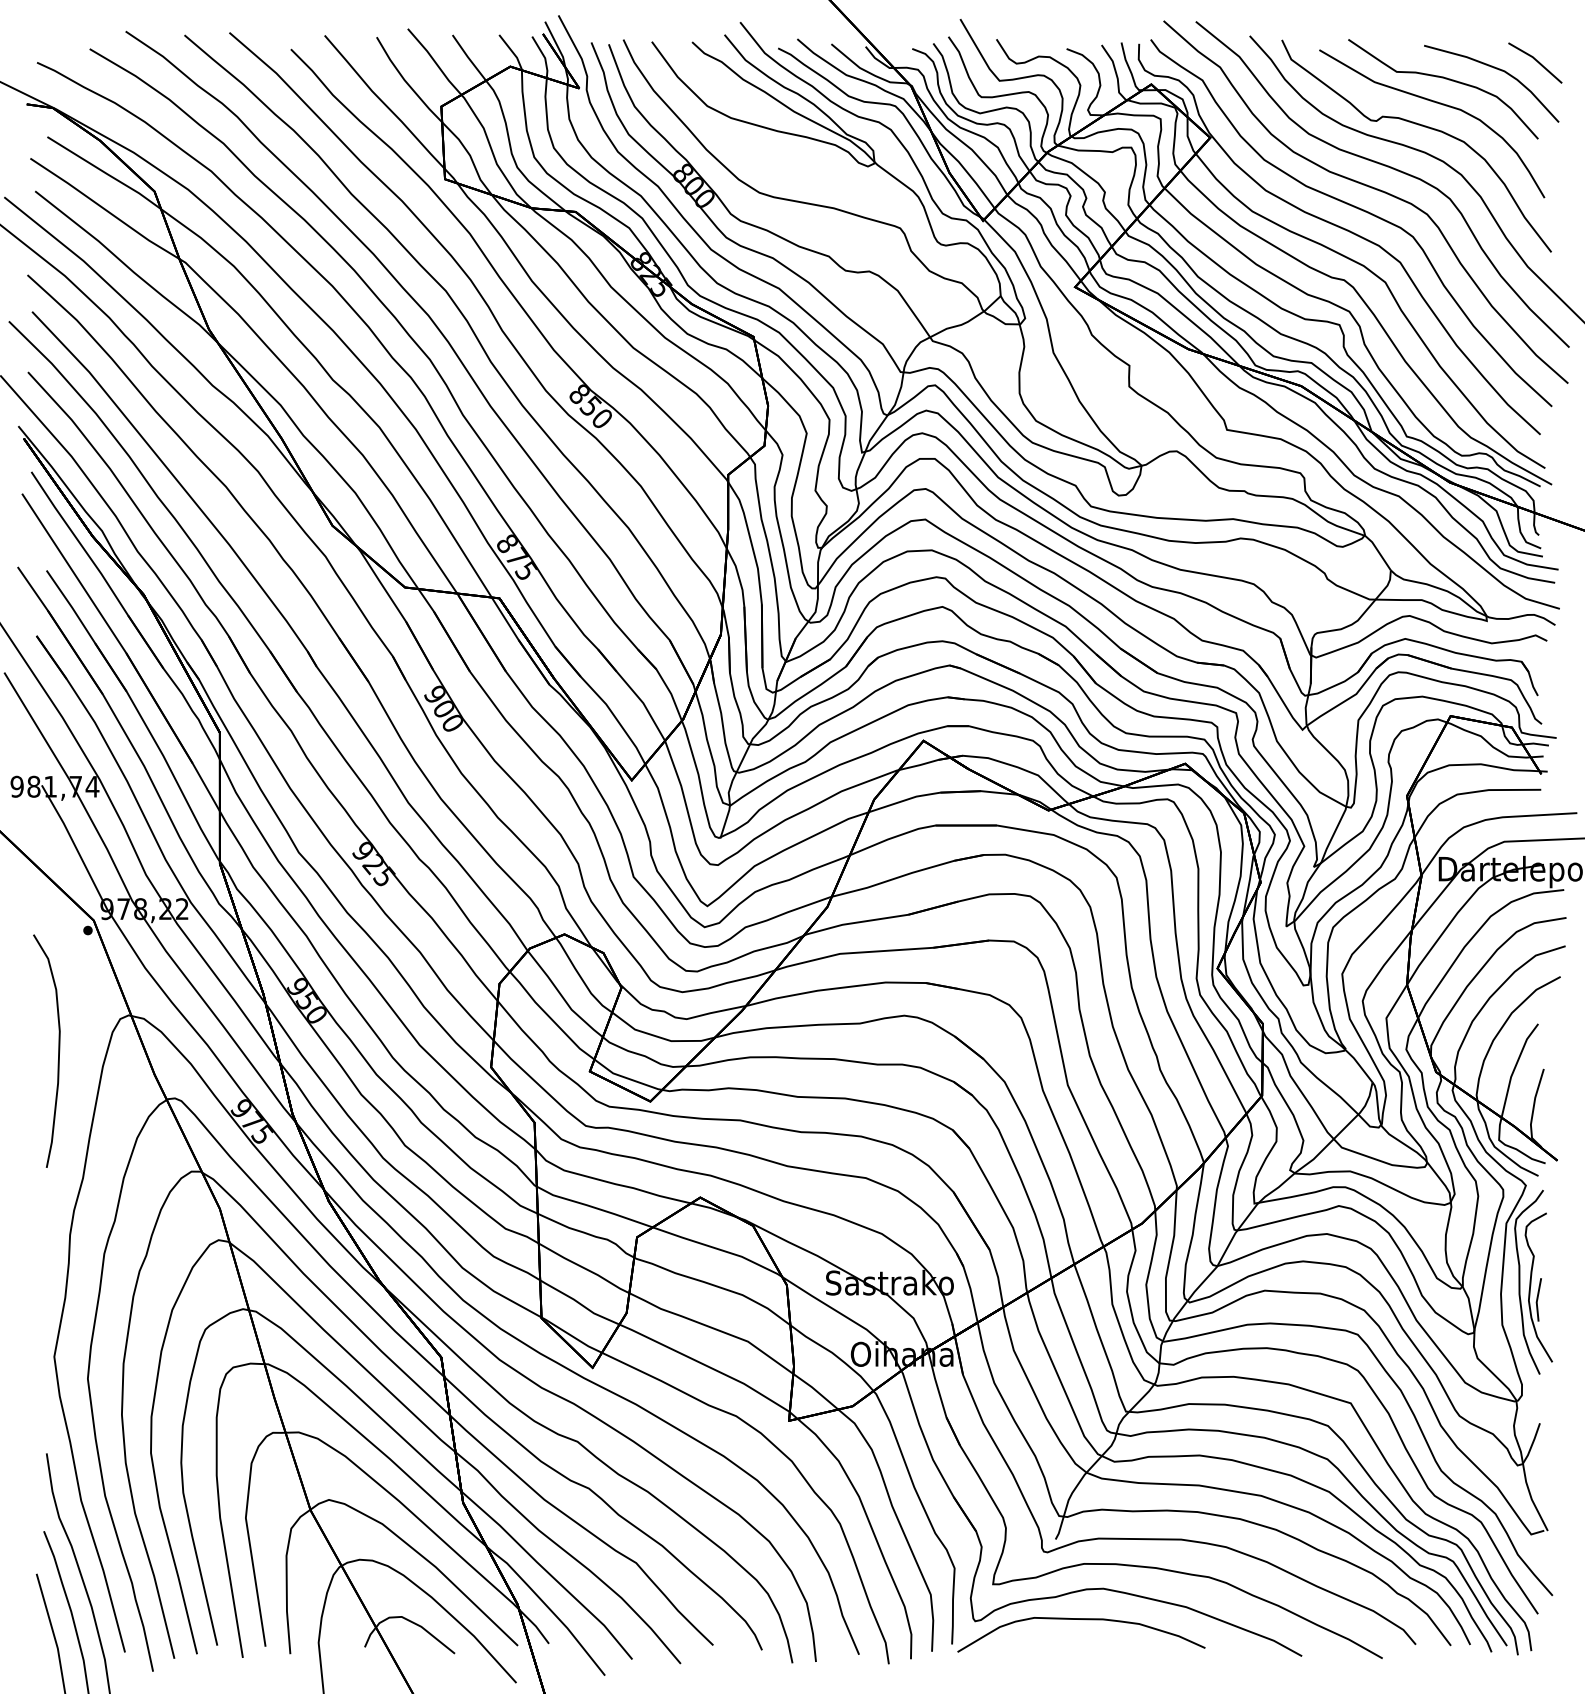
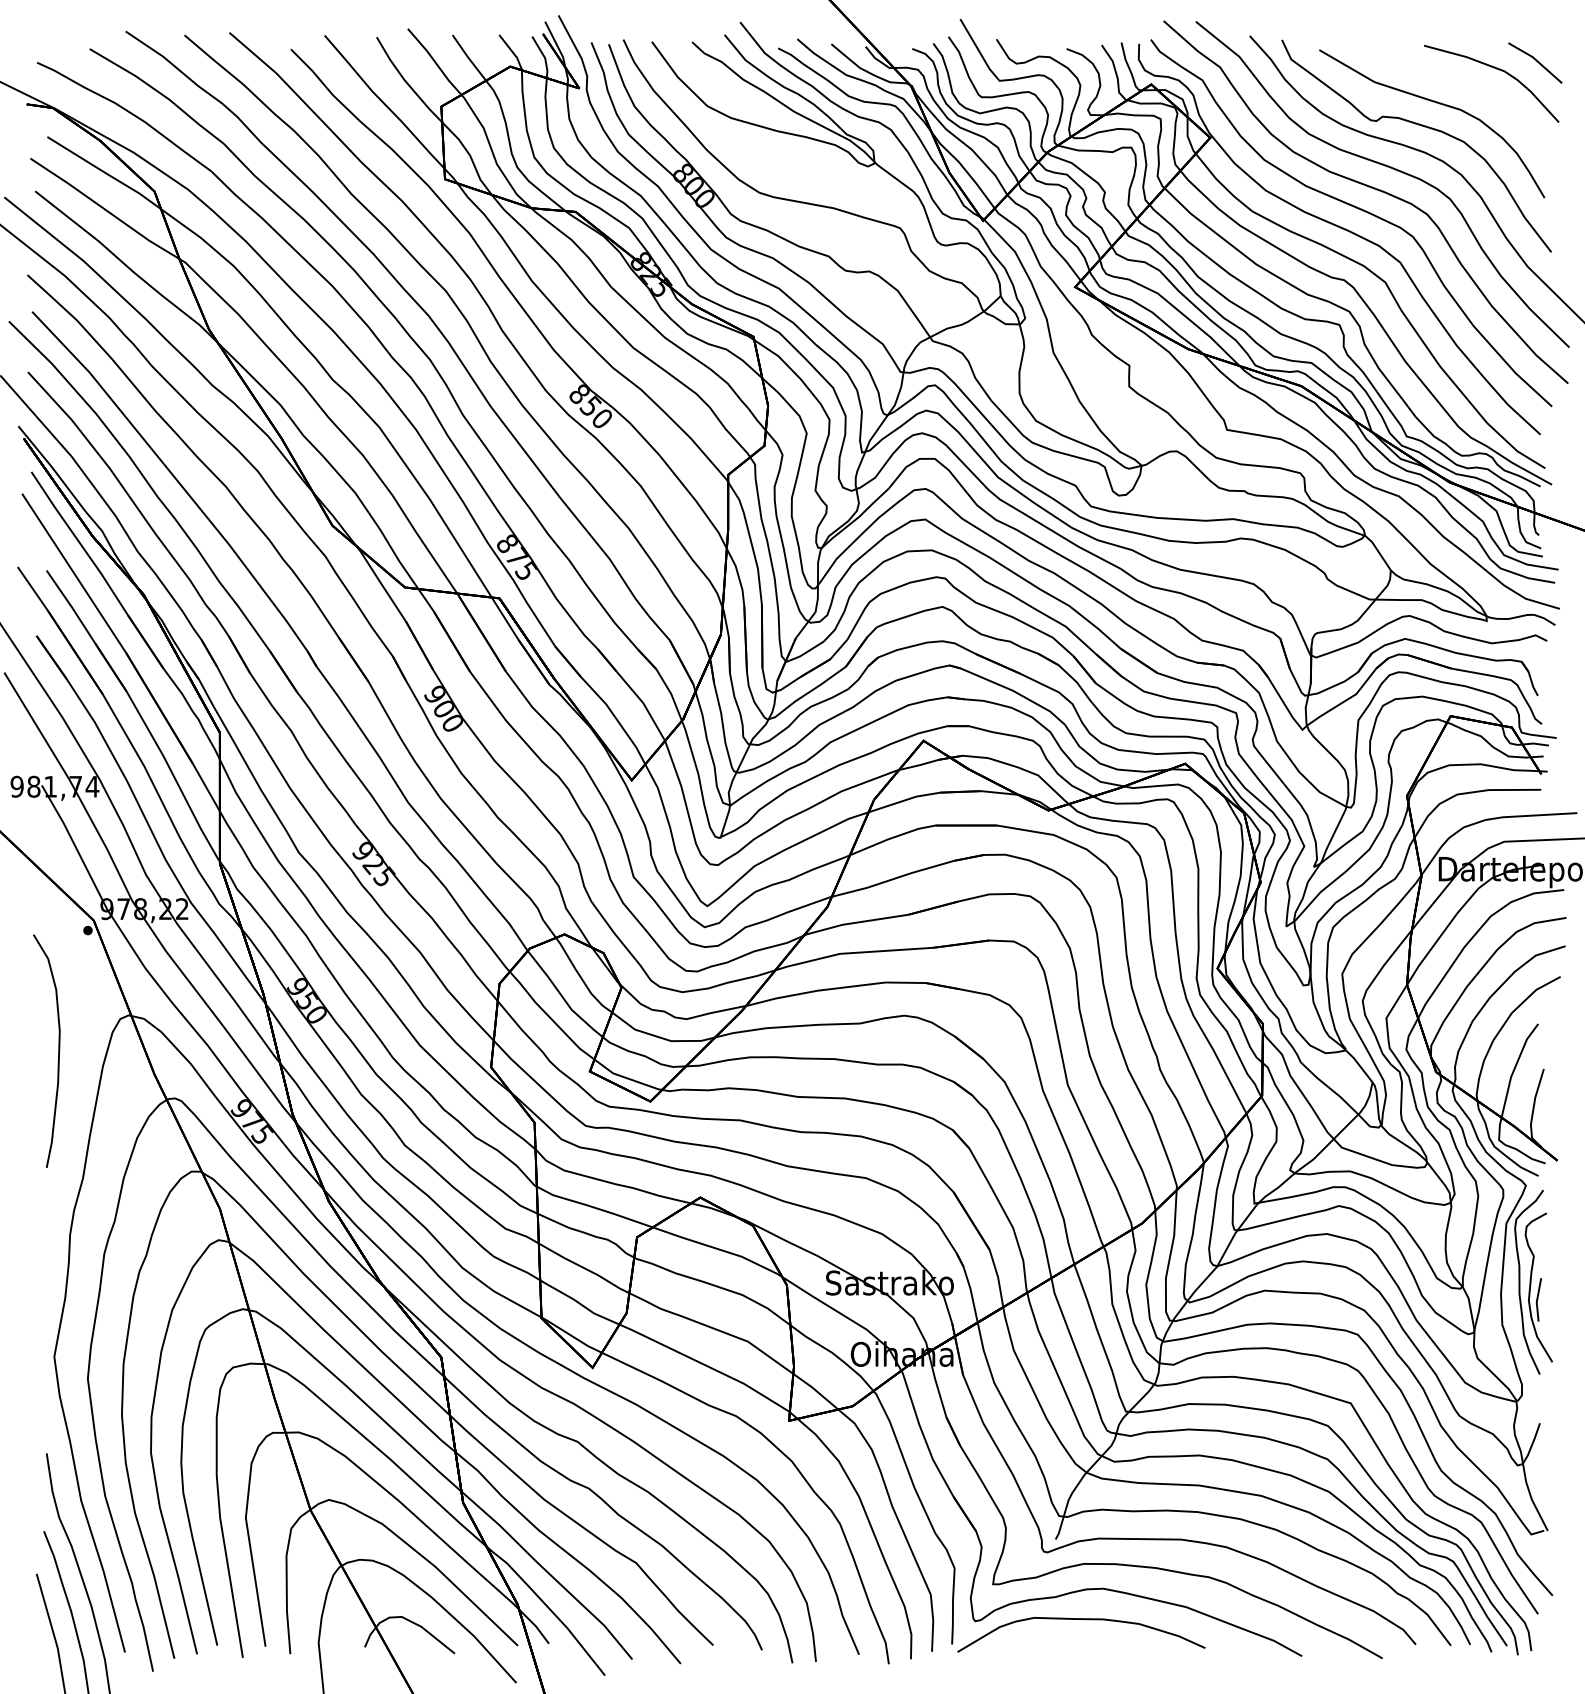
curve at (1445, 79): present -> none
